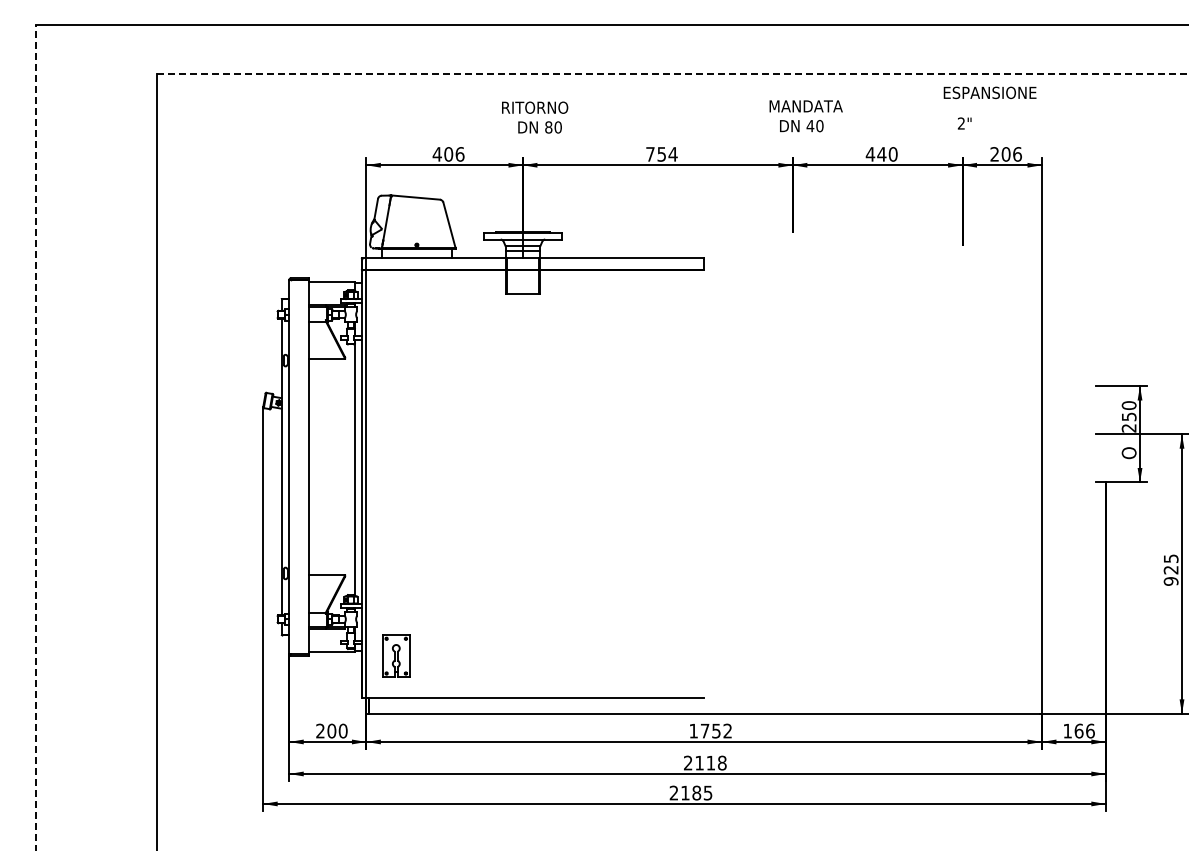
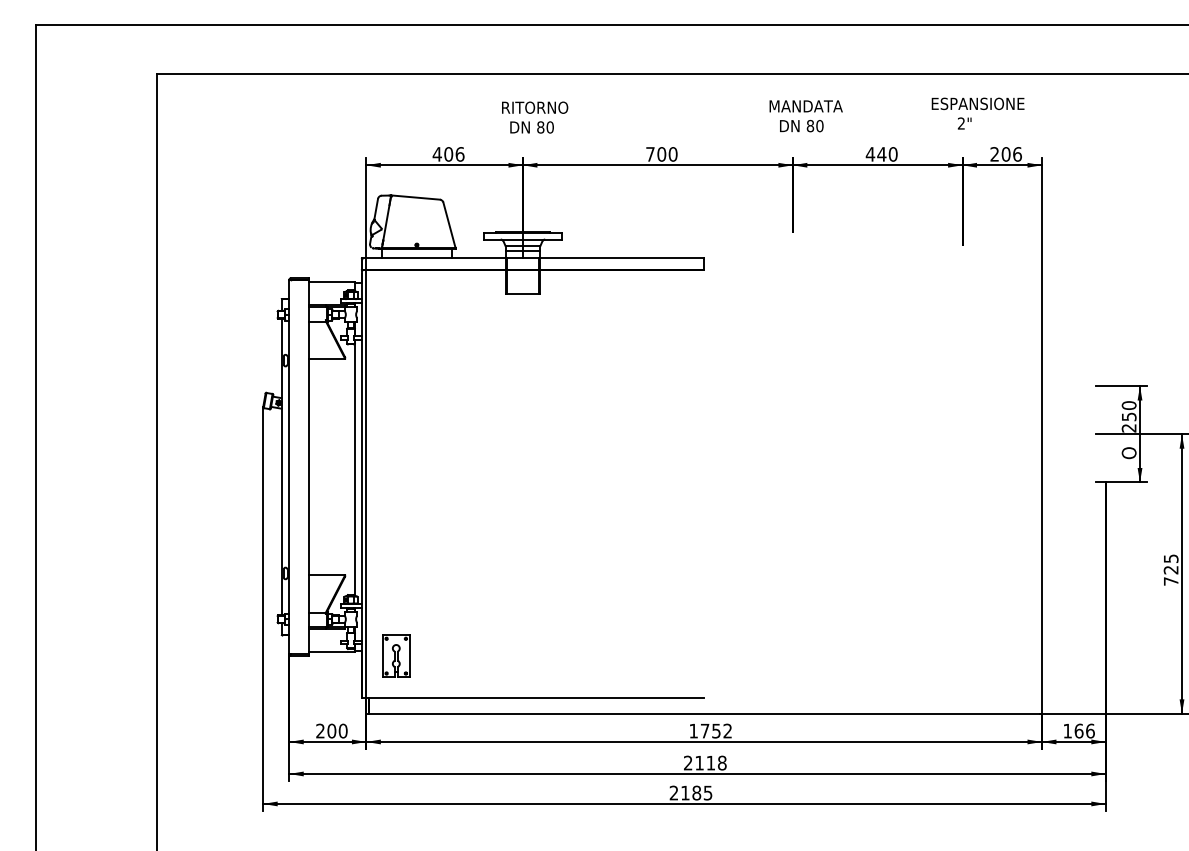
line at (672, 74): dashed -> solid
text at (989, 92) position: (989, 92) -> (977, 103)
text at (810, 125): 40 -> 80
text at (539, 127) position: (539, 127) -> (531, 127)
text at (667, 154): 754 -> 700
line at (35, 438): dashed -> solid
text at (1170, 581): 925 -> 725
